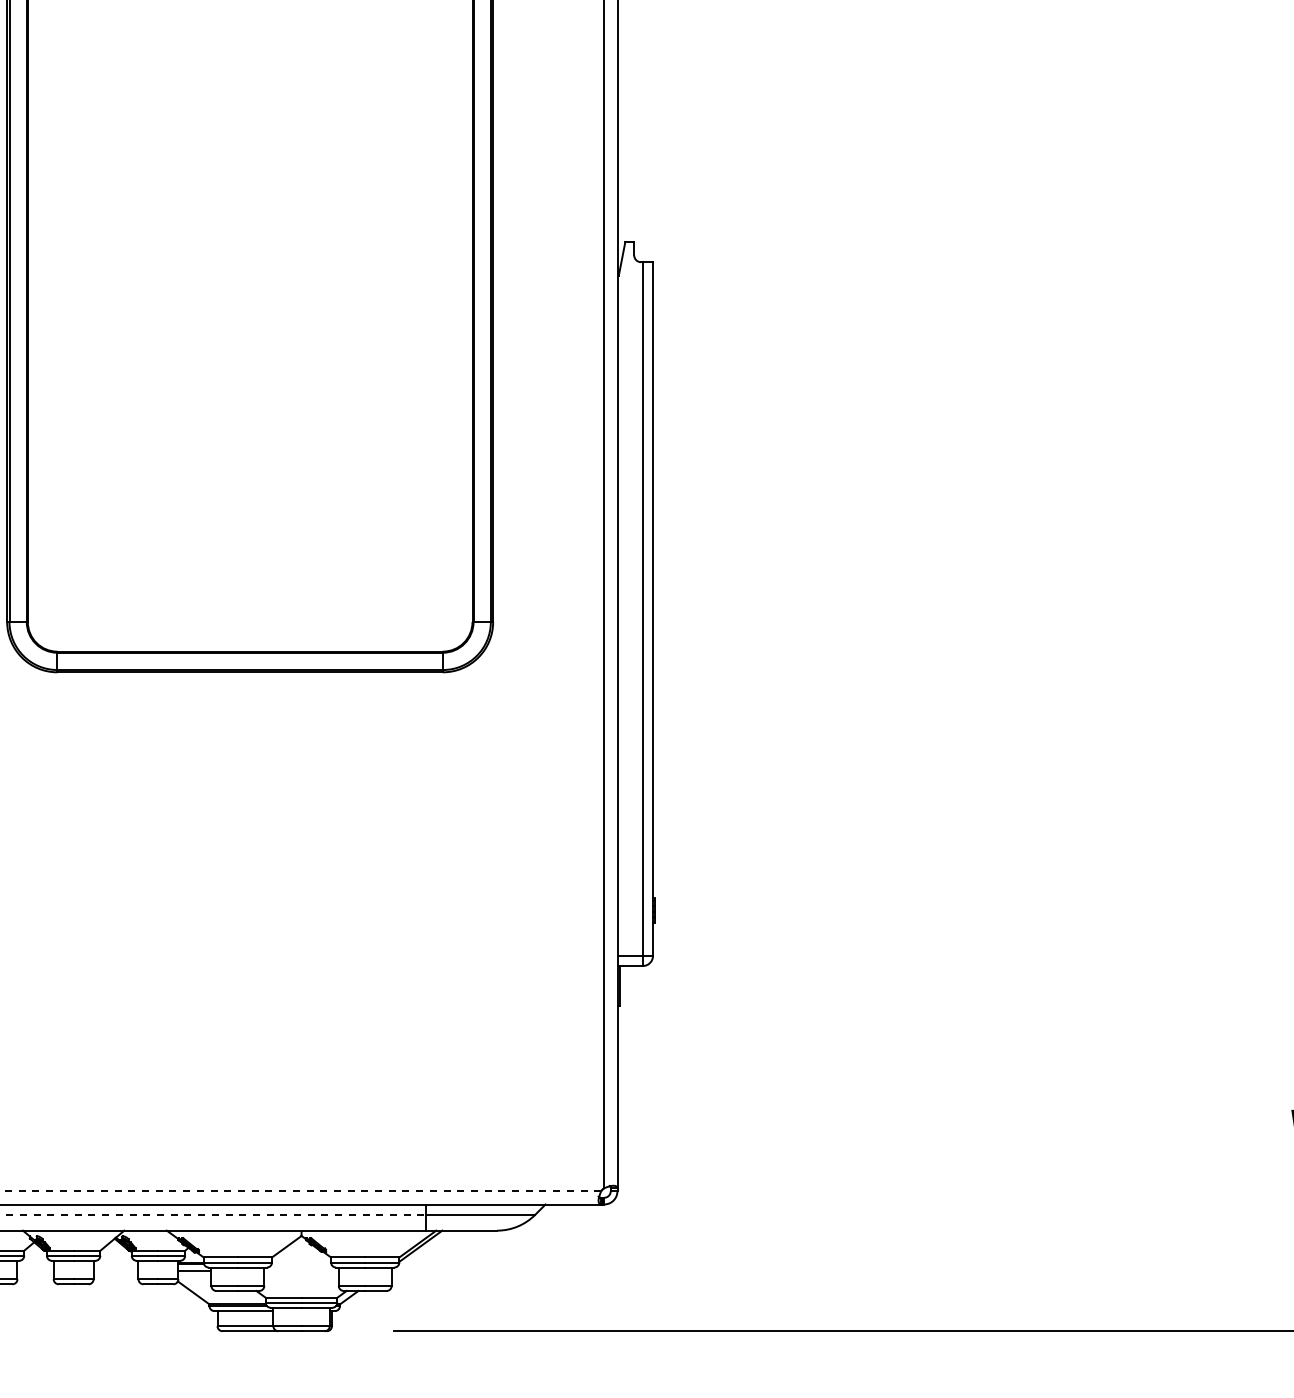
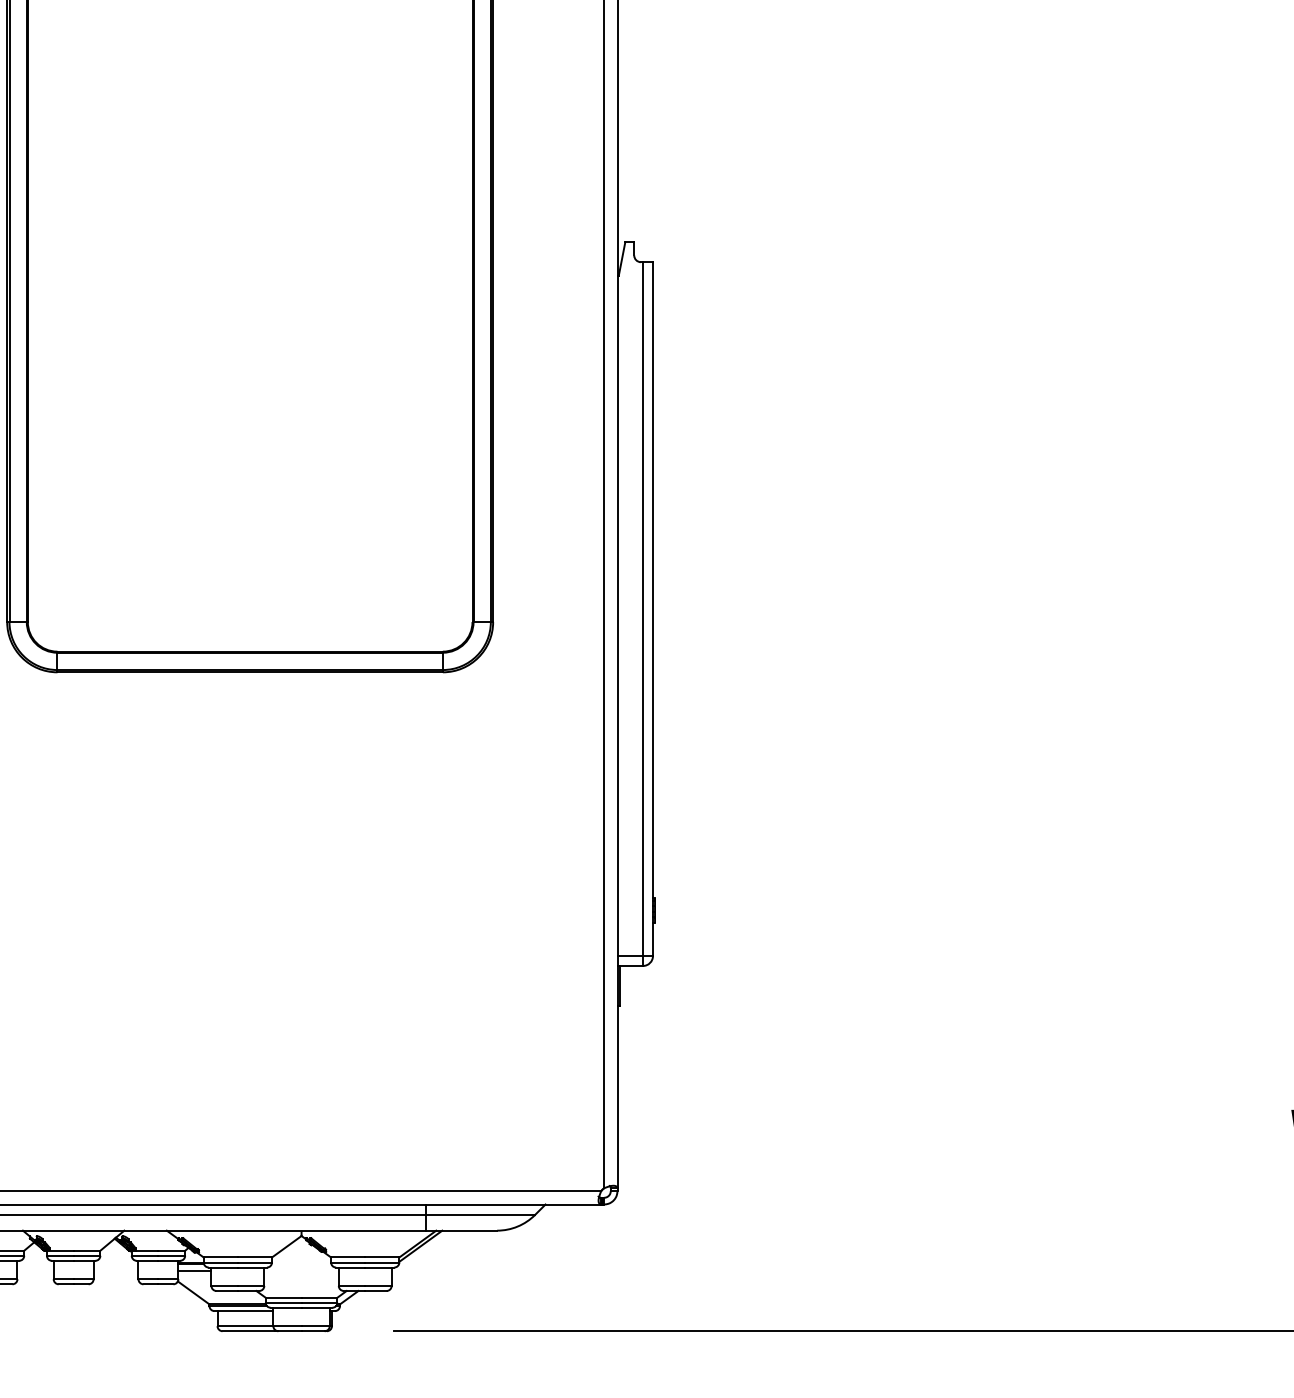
line at (300, 1191): dashed -> solid
line at (212, 1214): dashed -> solid
